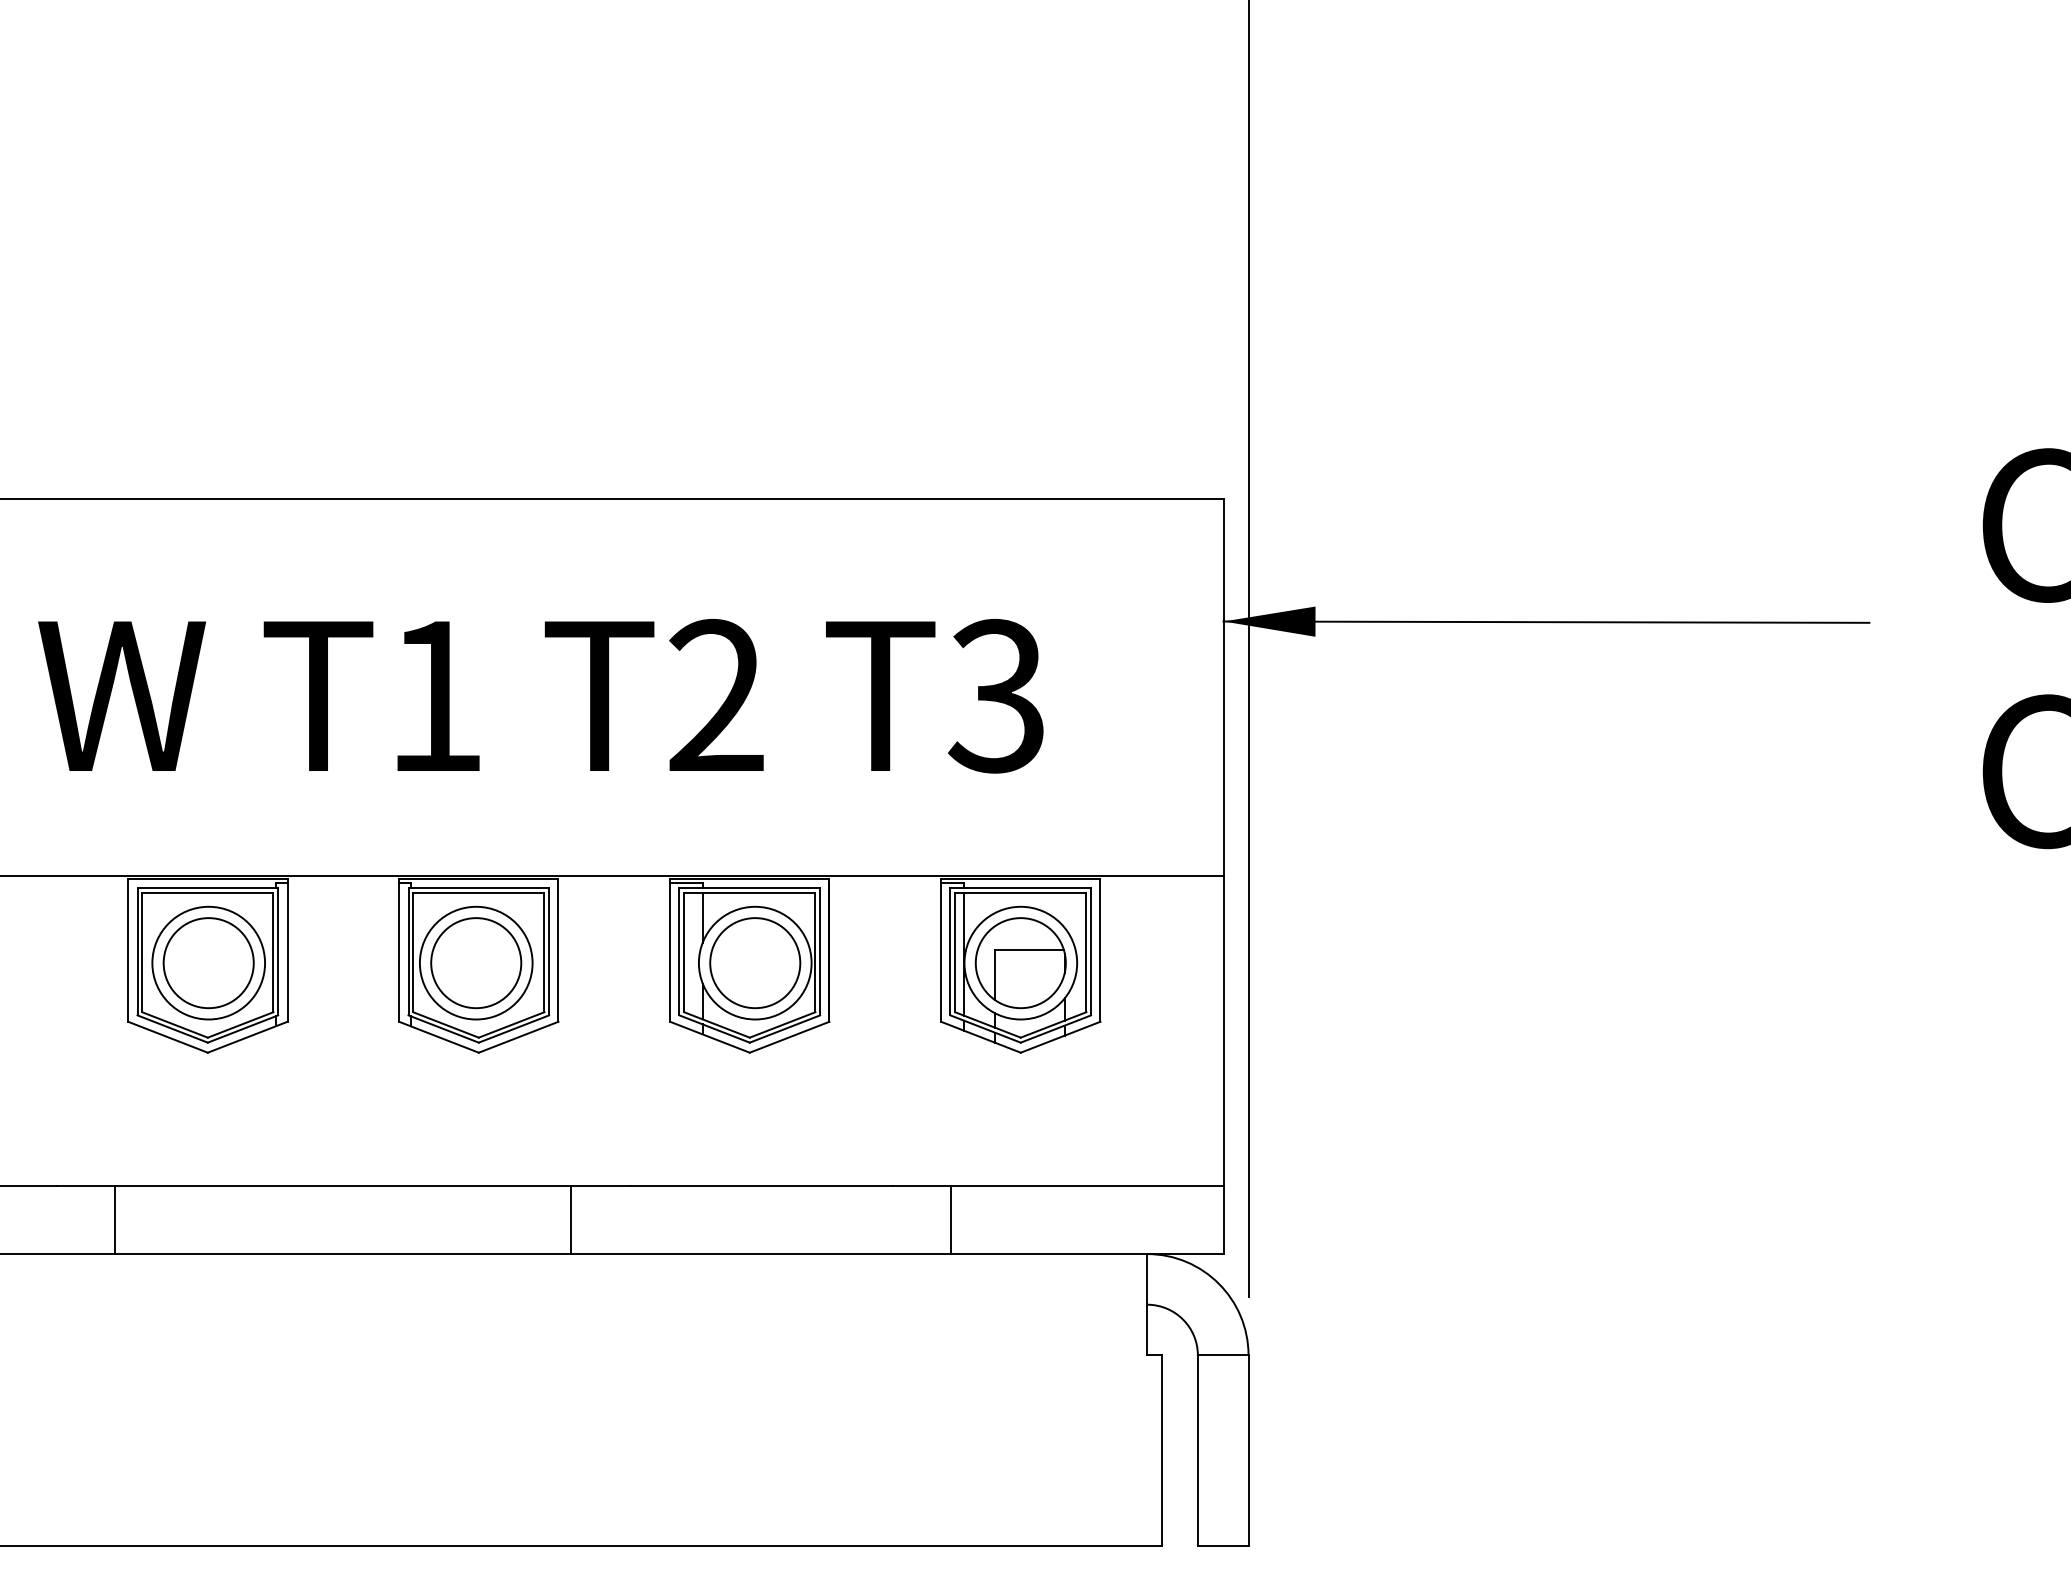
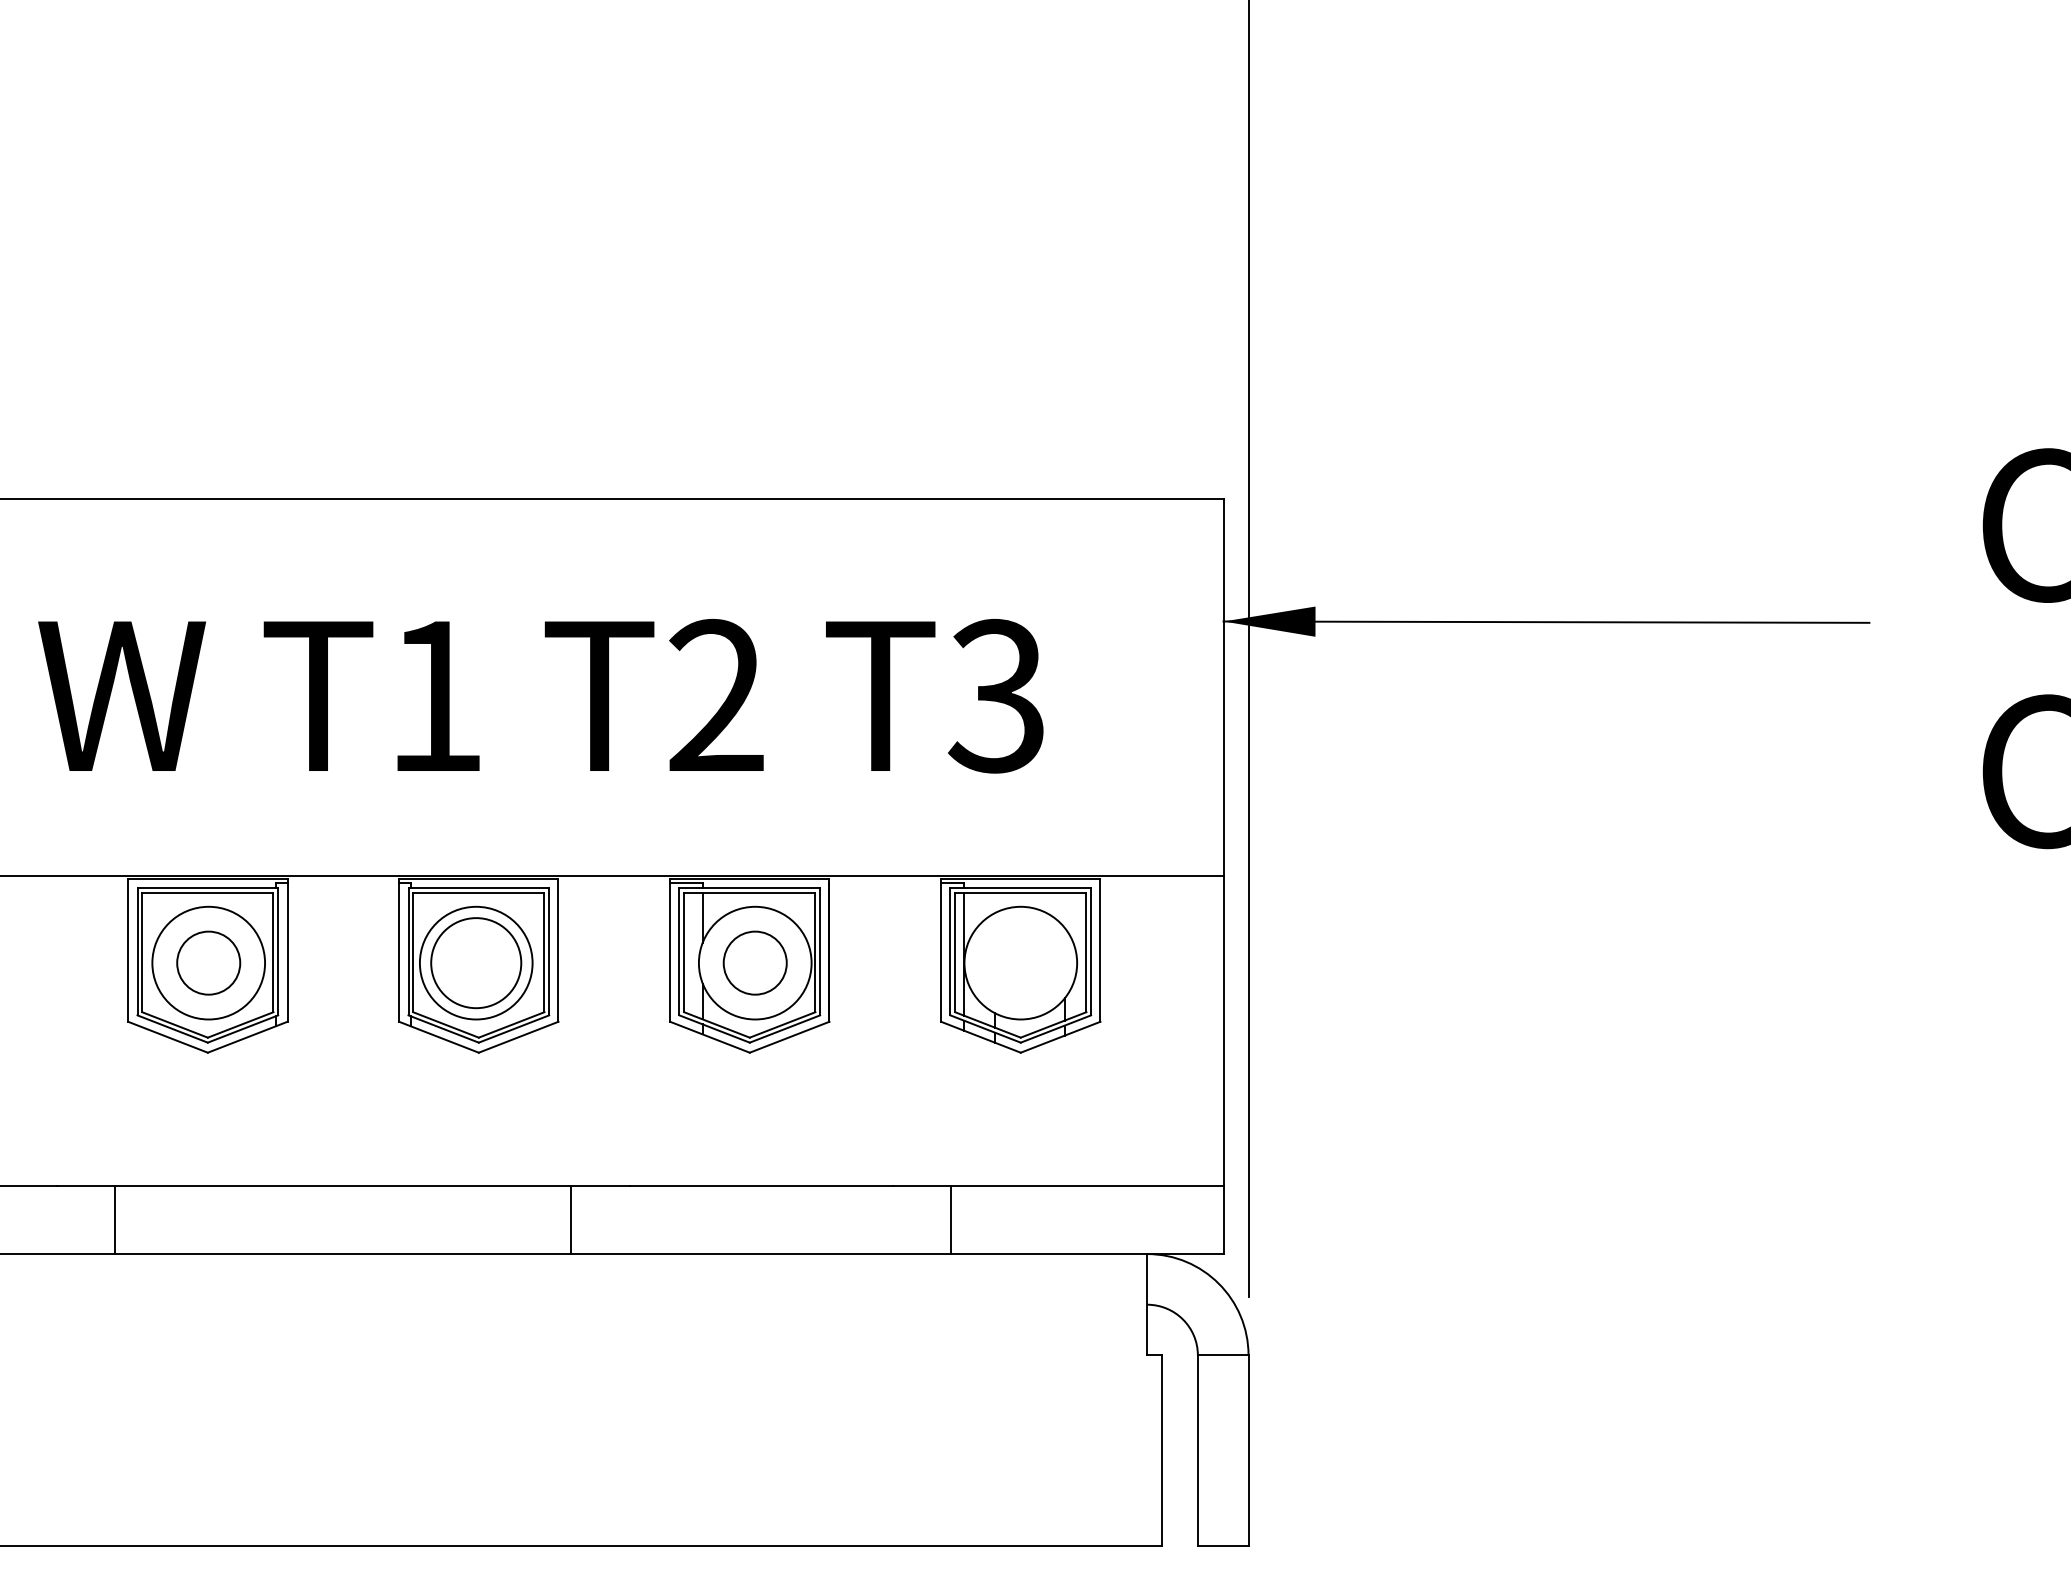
circle at (208, 963) diameter: 90 px -> 63 px
circle at (755, 963) diameter: 90 px -> 63 px
part at (1020, 963): present -> none
